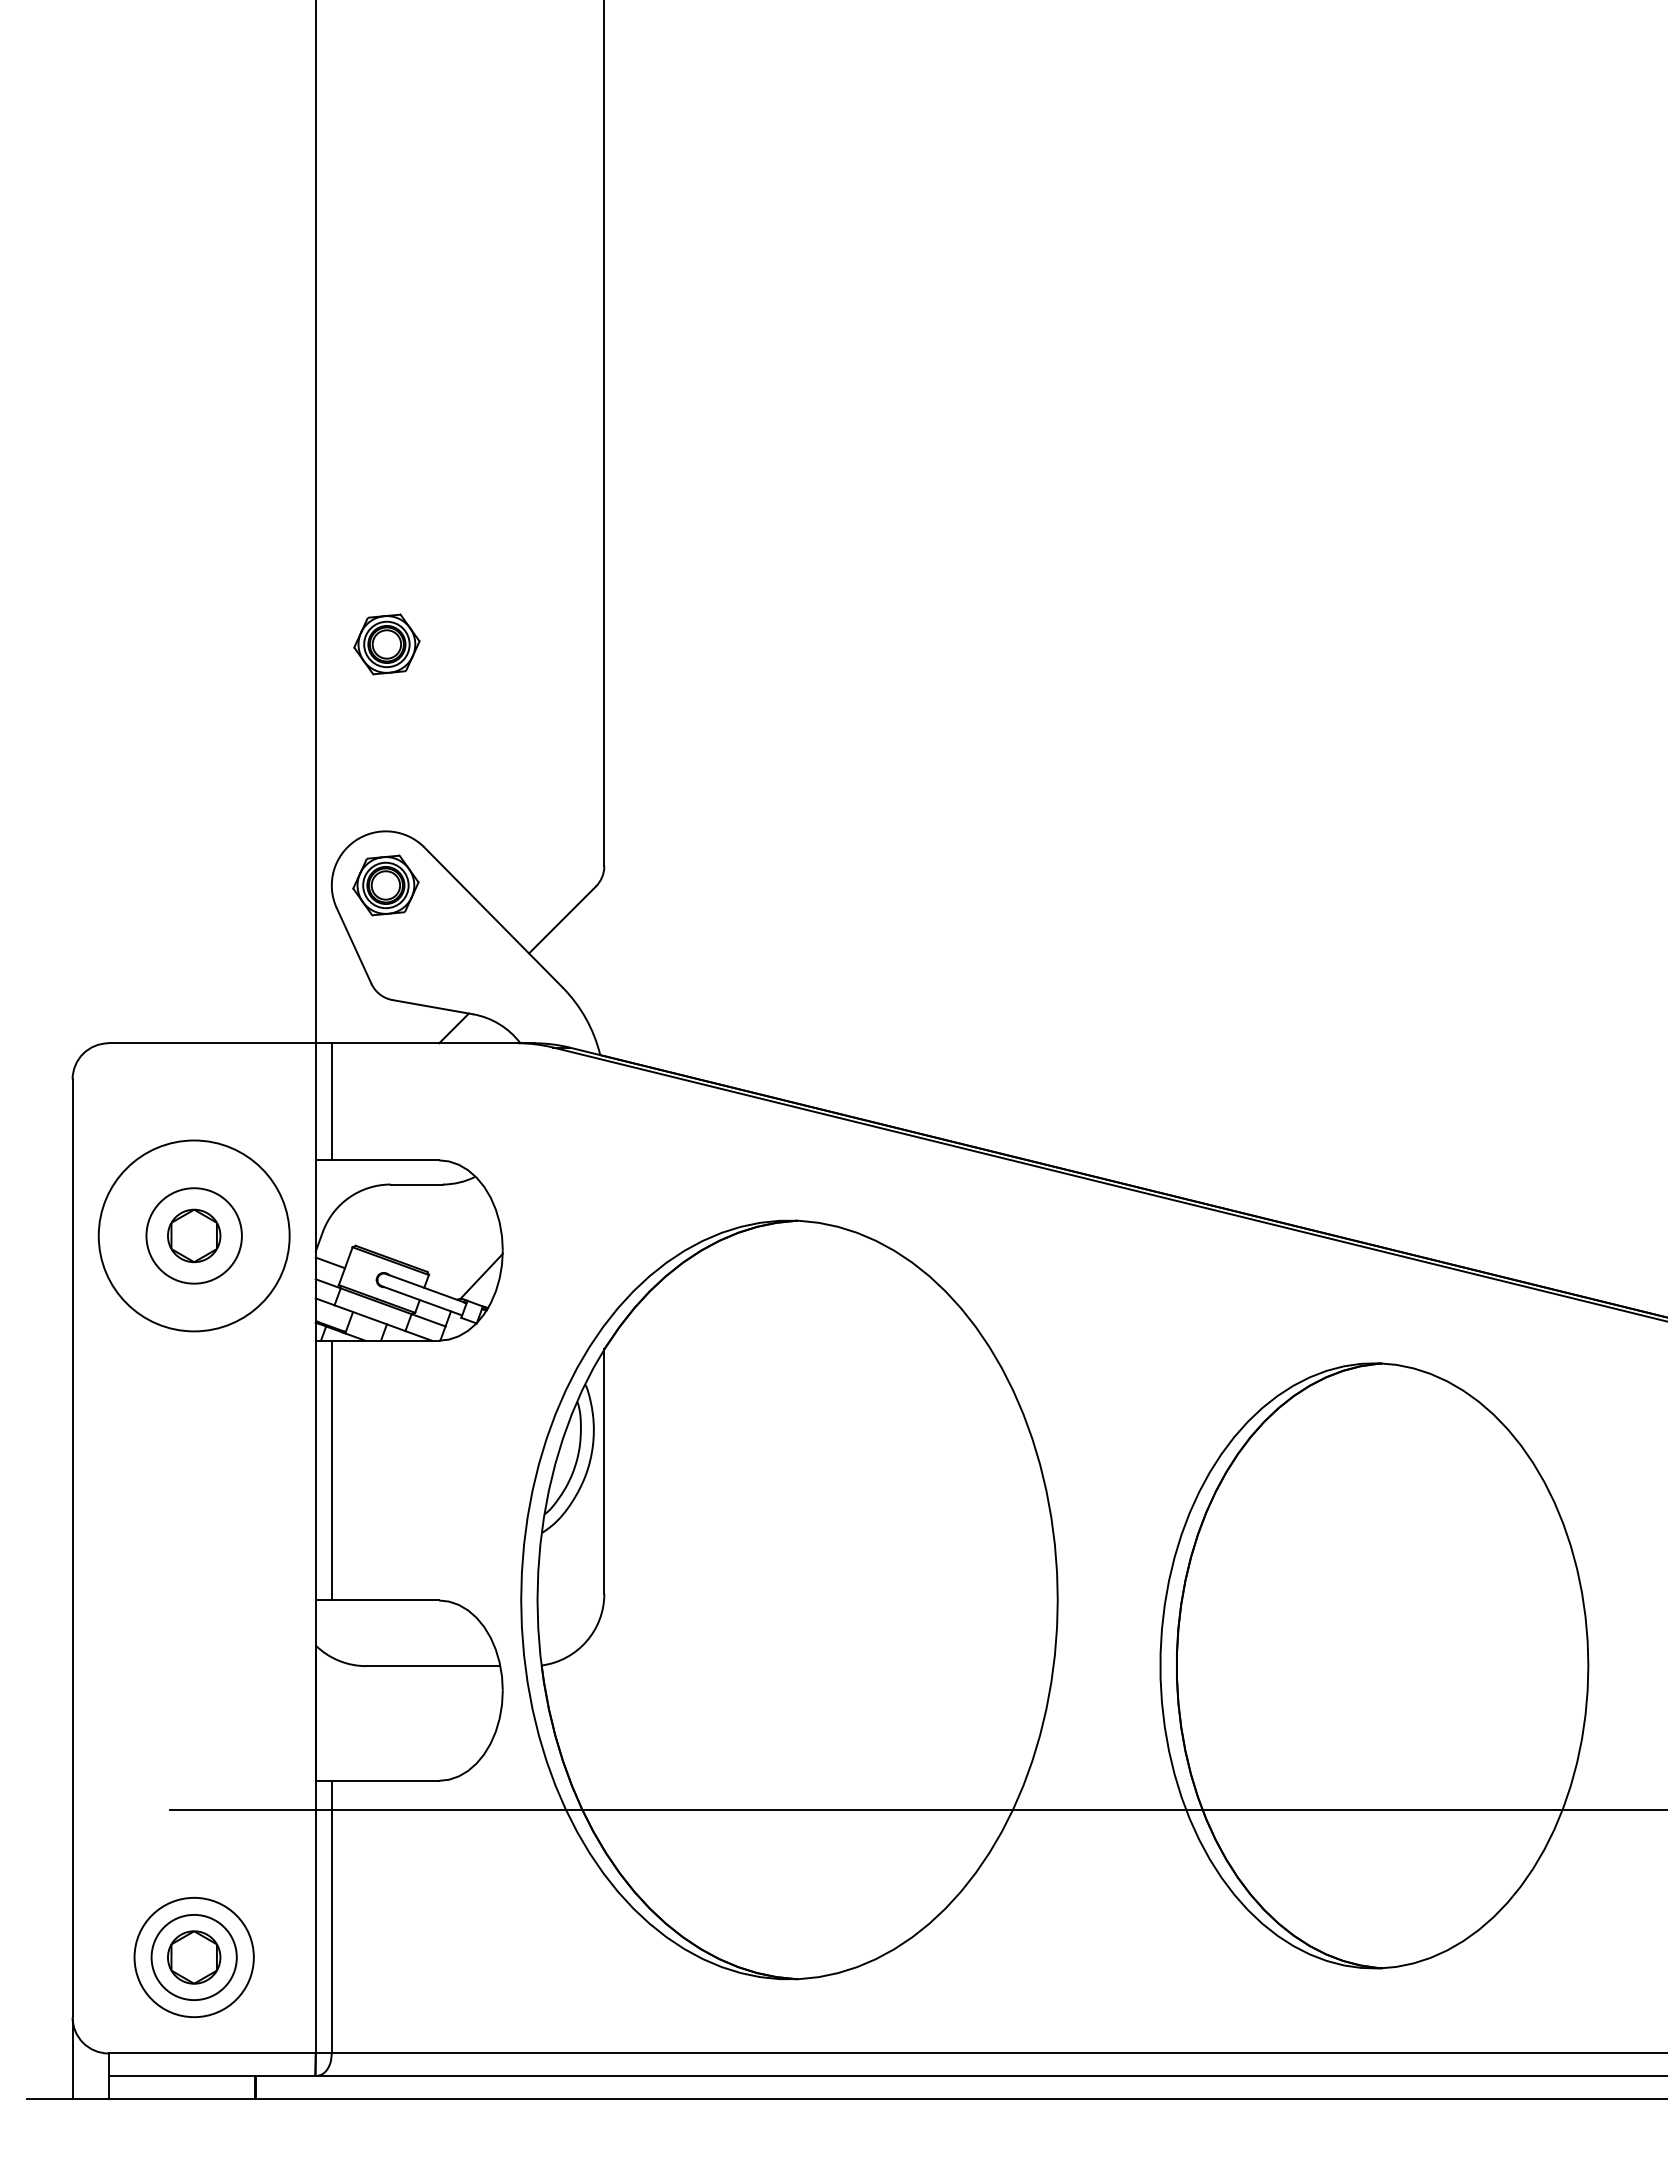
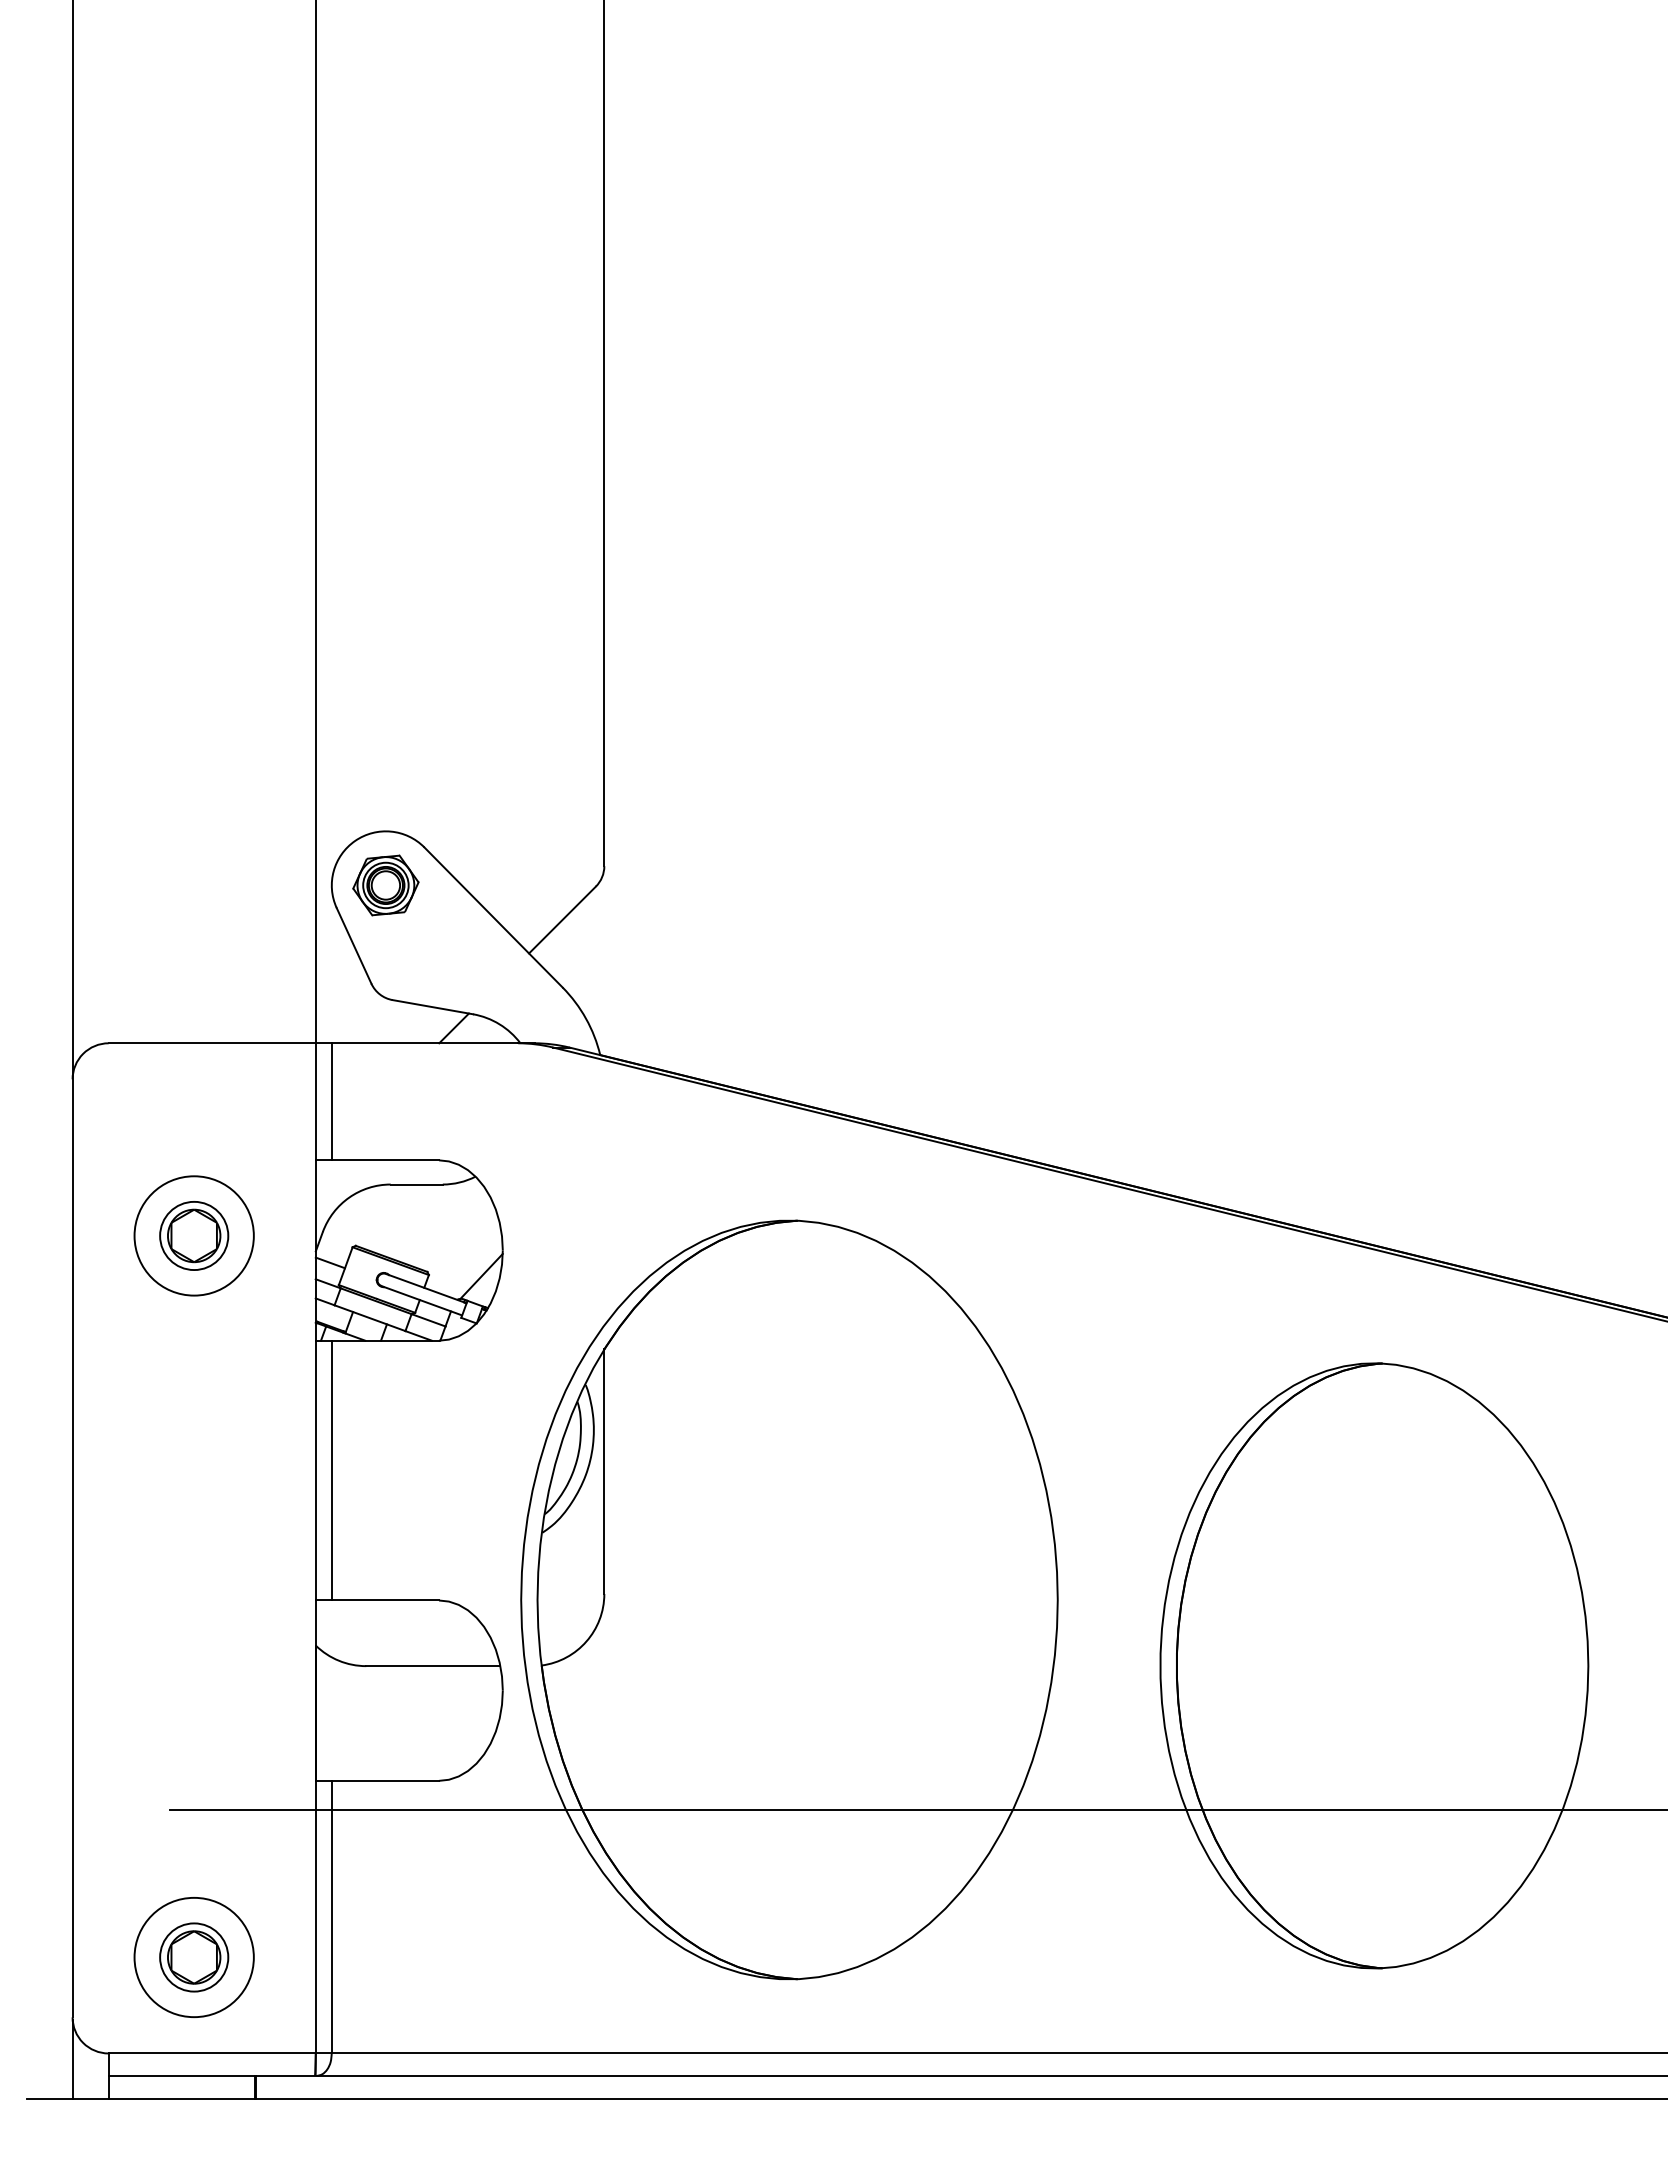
line at (72, 539): none -> present
part at (386, 644): present -> none
circle at (193, 1235) diameter: 191 px -> 119 px
circle at (193, 1235) diameter: 95 px -> 68 px
circle at (193, 1957) diameter: 85 px -> 68 px
